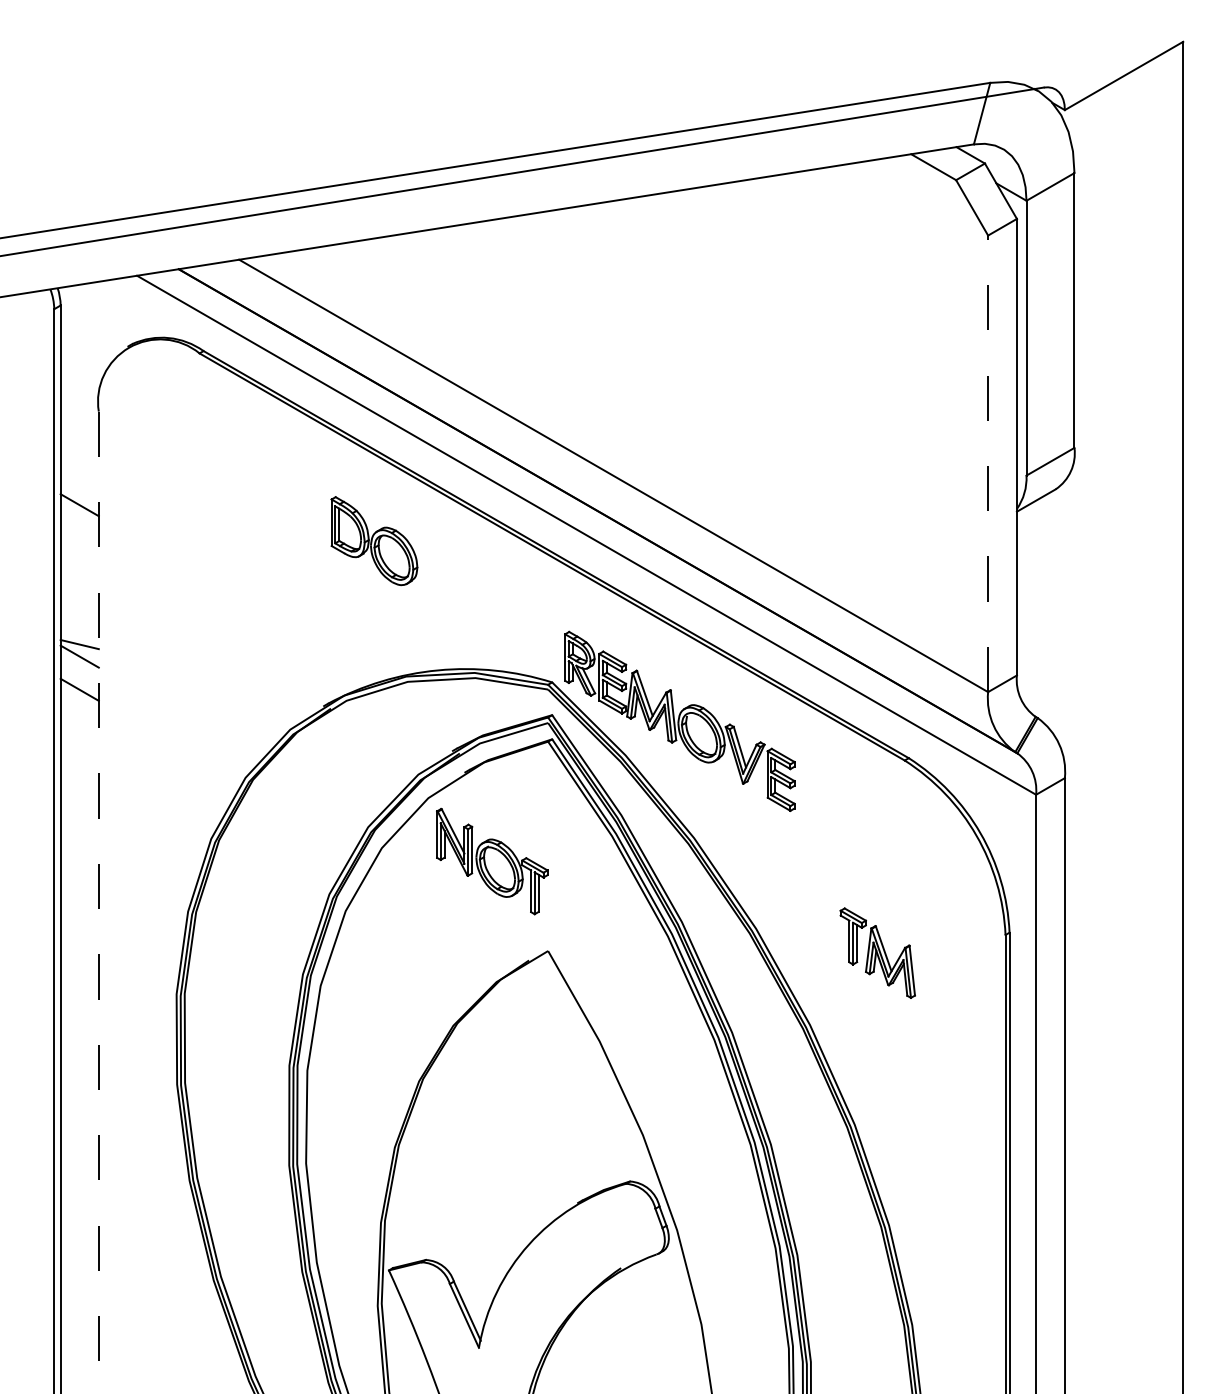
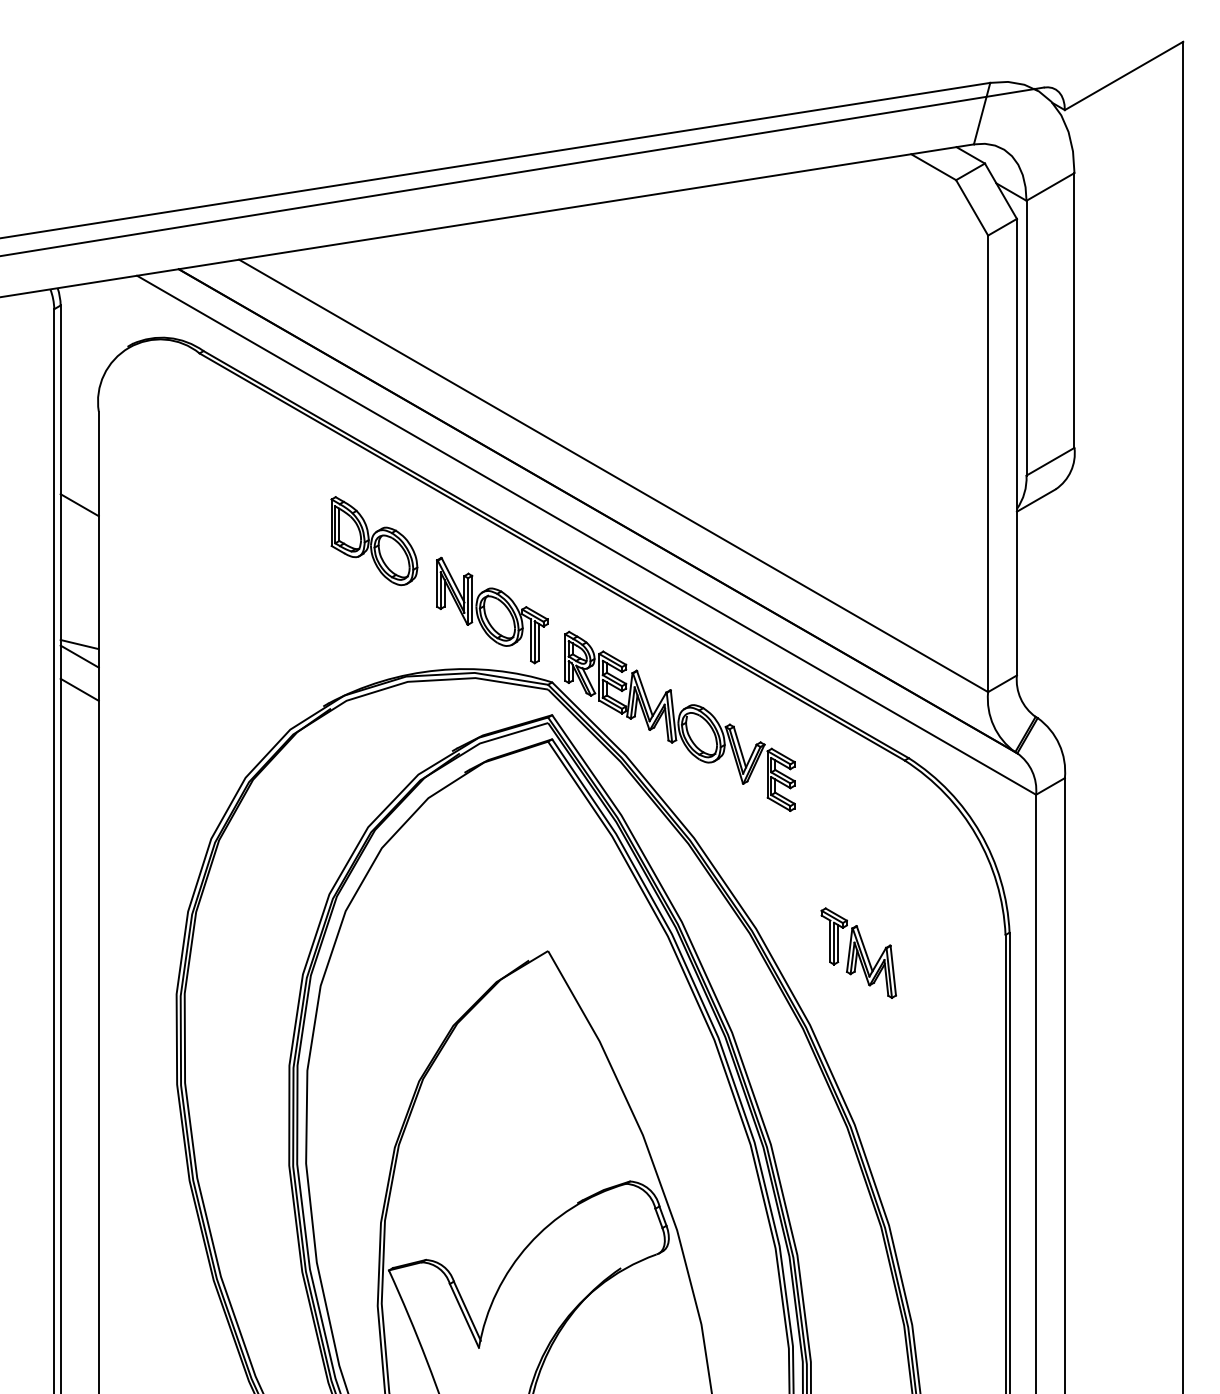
line at (988, 463): dashed -> solid
part at (492, 861) position: (492, 861) -> (492, 610)
line at (98, 902): dashed -> solid
part at (877, 952) position: (877, 952) -> (858, 952)
